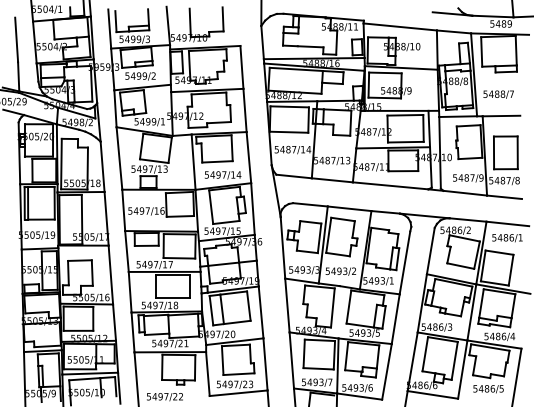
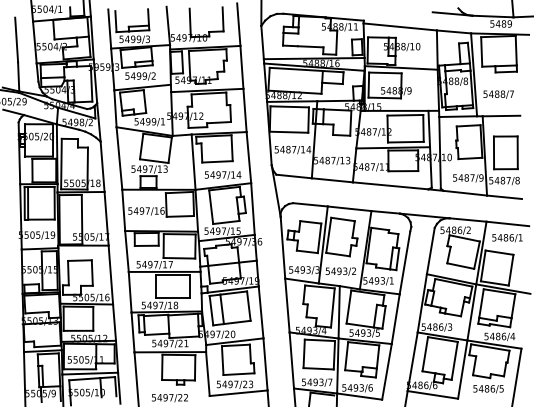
line at (238, 24): none -> present
line at (338, 312): none -> present
text at (164, 397) position: (164, 397) -> (169, 398)
